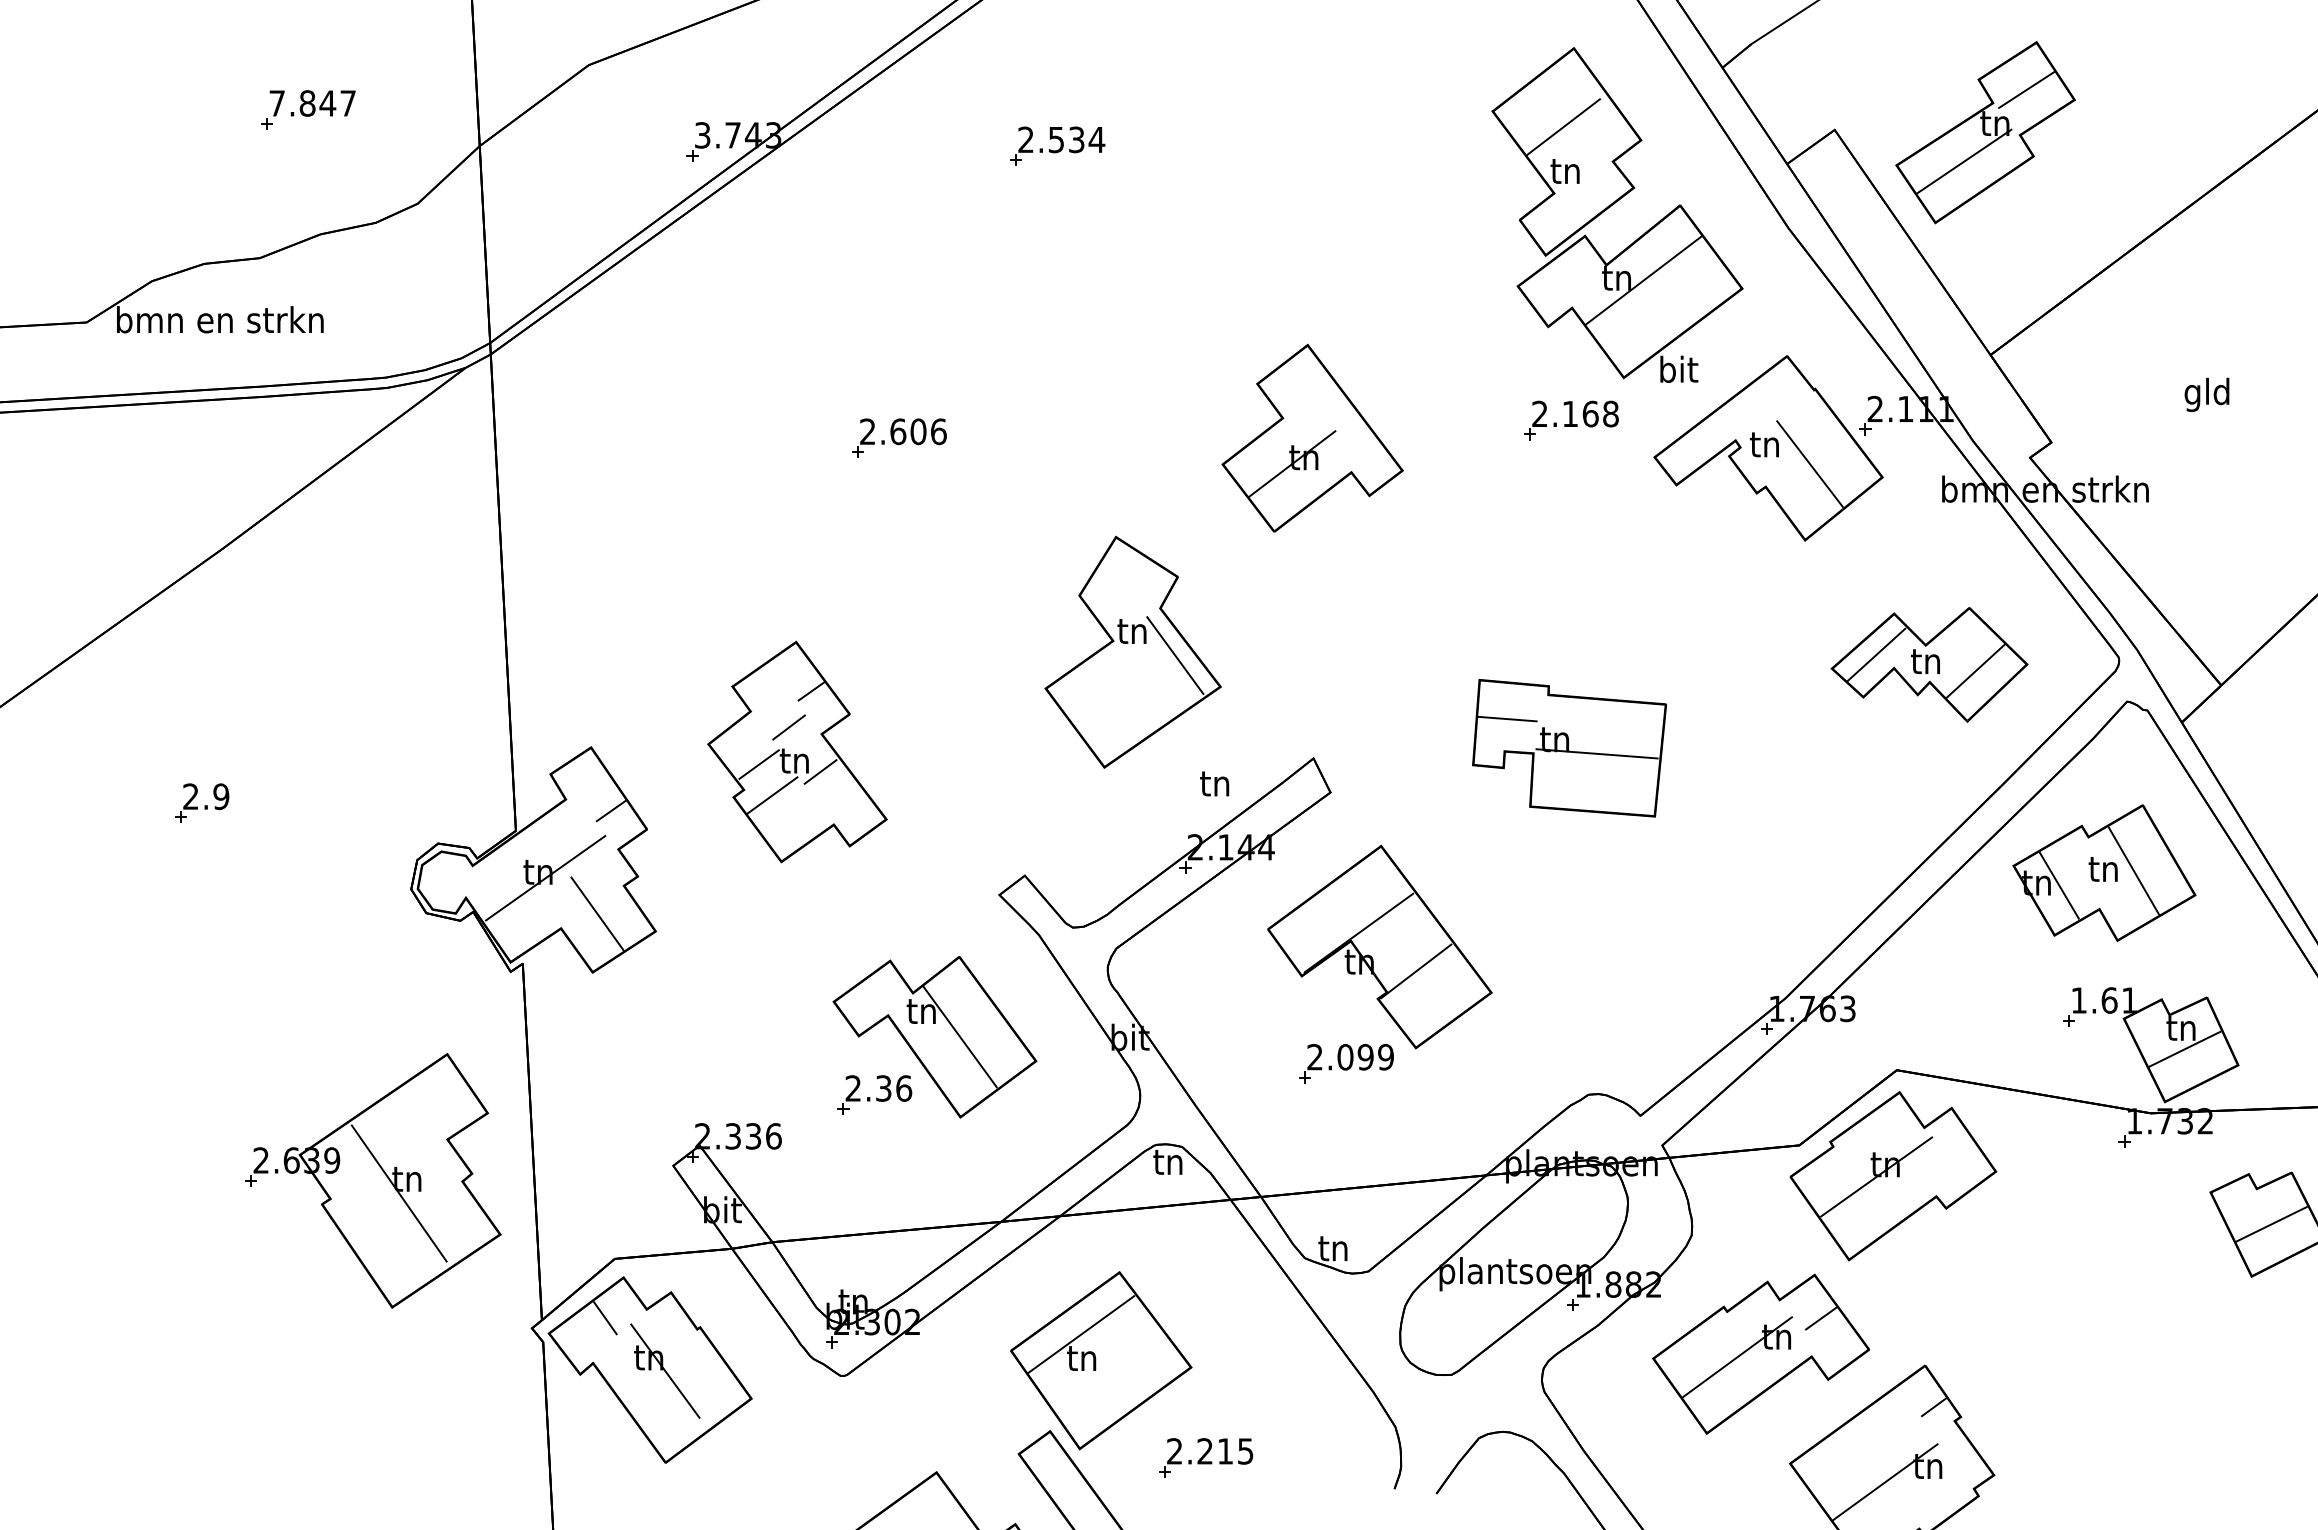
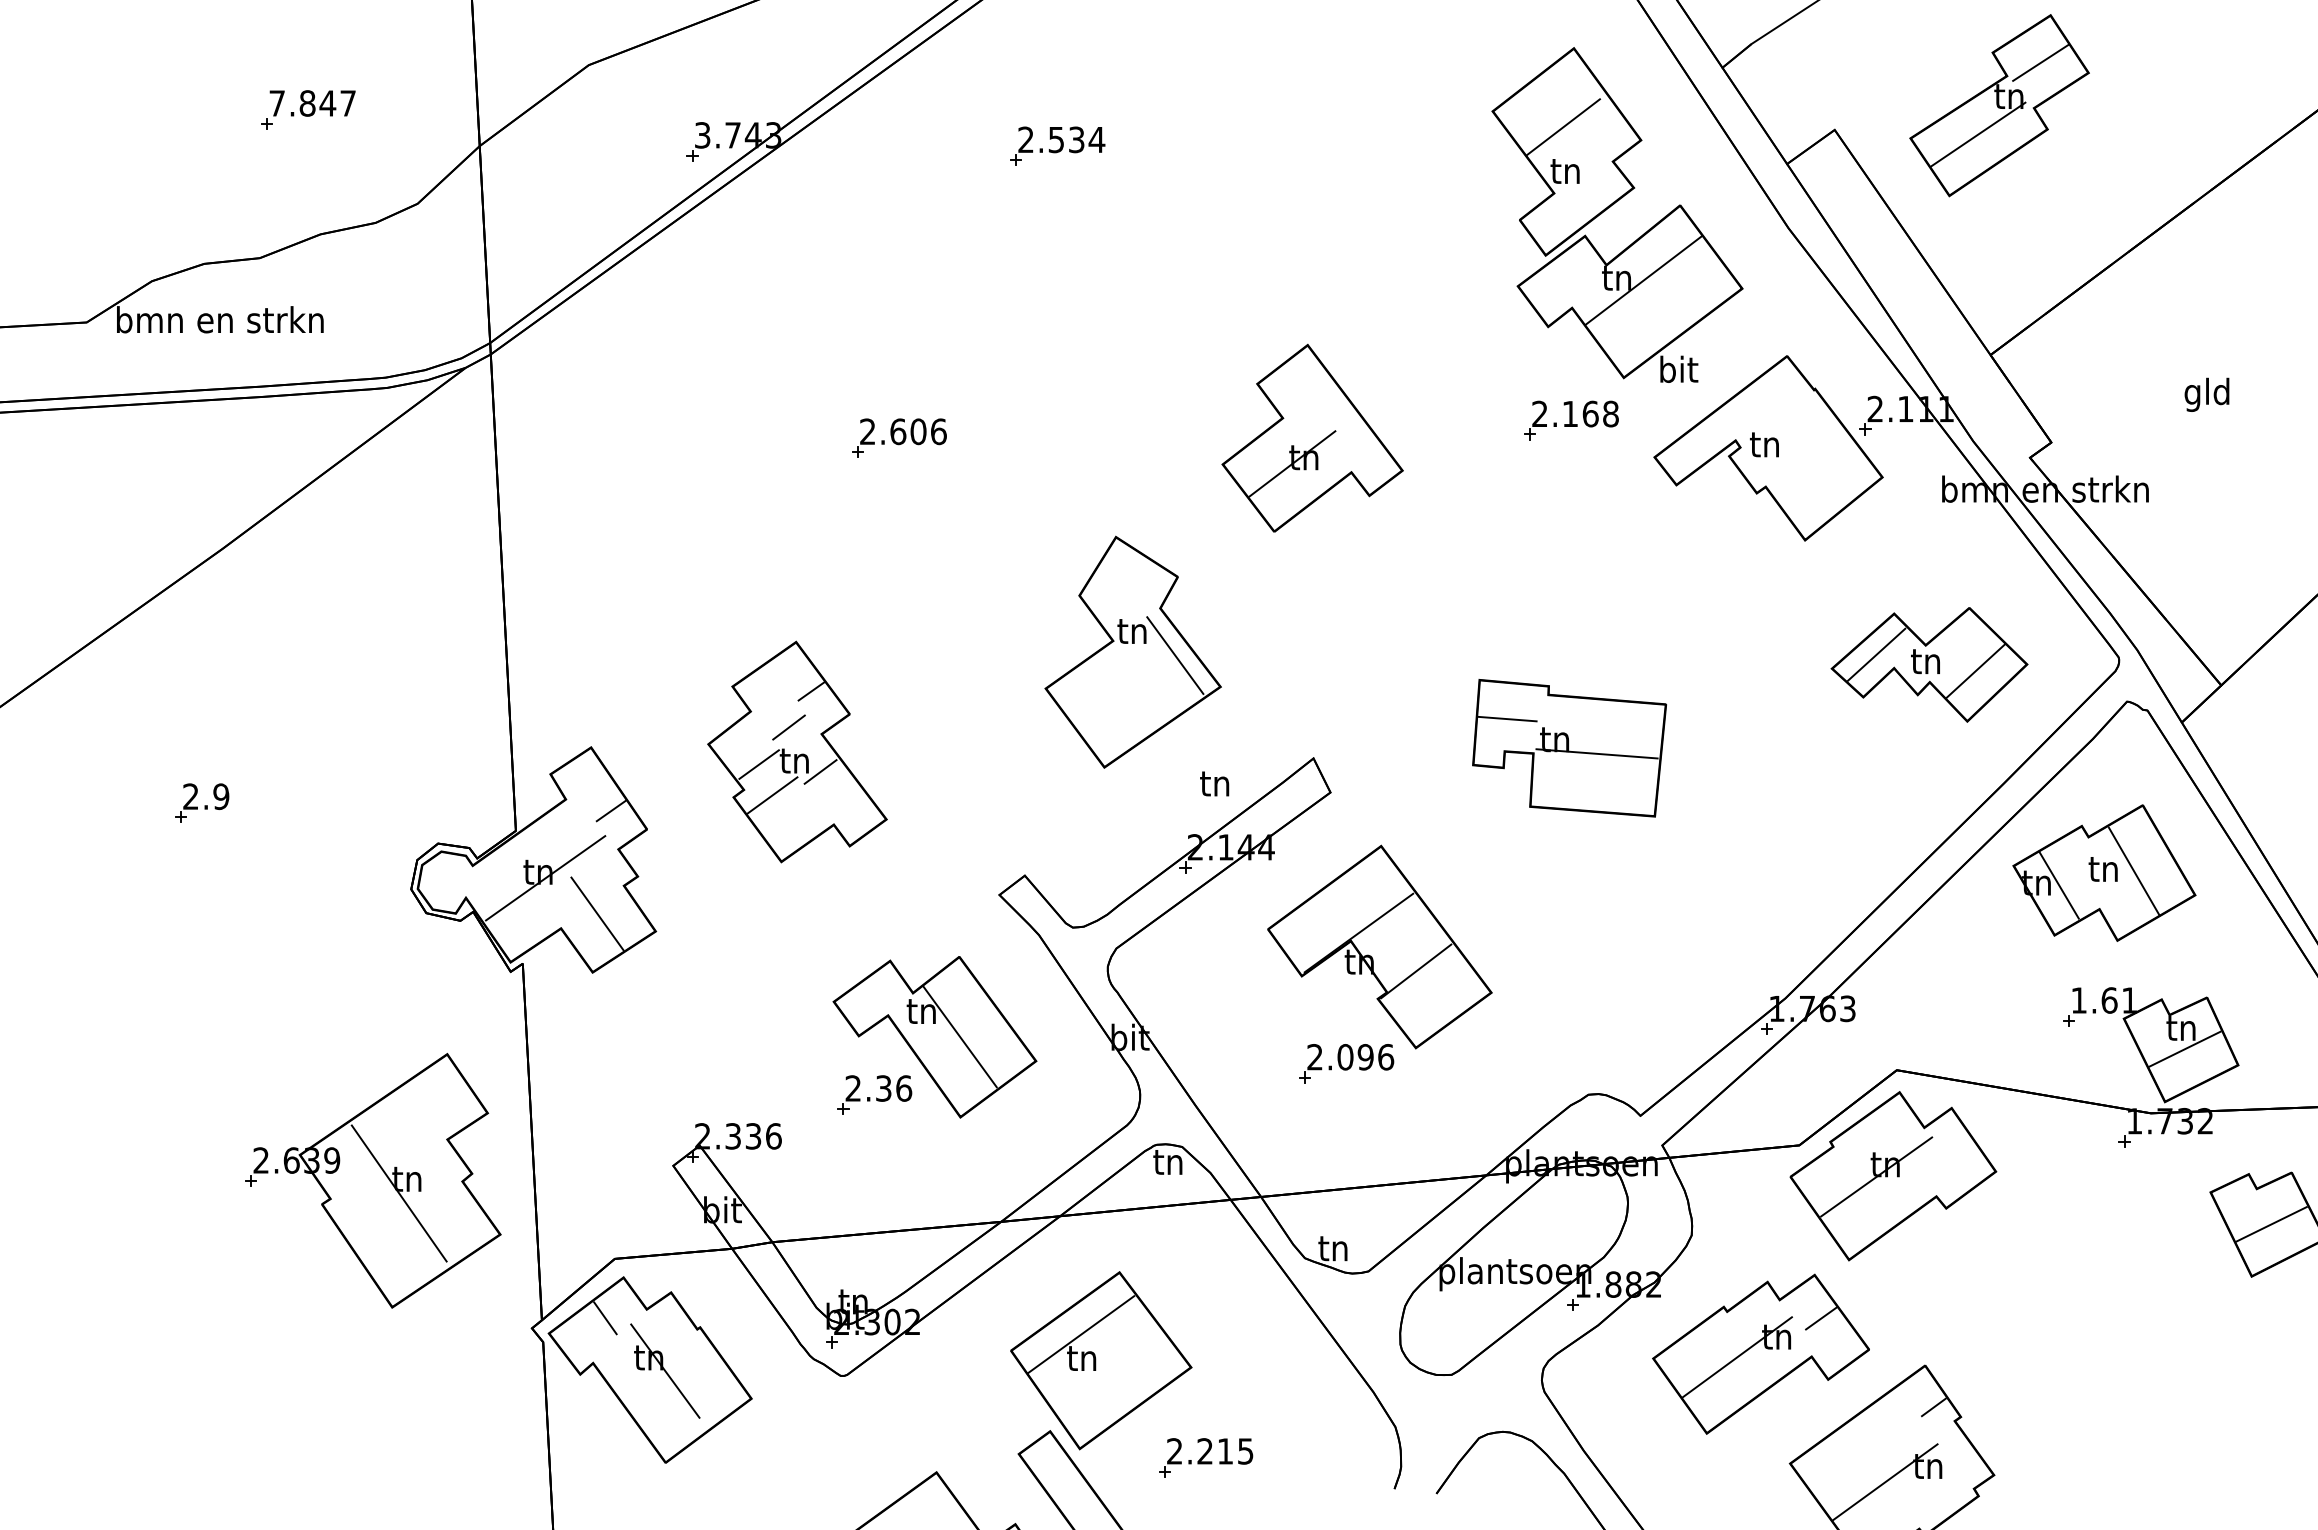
part at (1985, 132) position: (1985, 132) -> (1999, 105)
line at (1809, 463): present -> none
text at (1386, 1057): 2.099 -> 2.096
